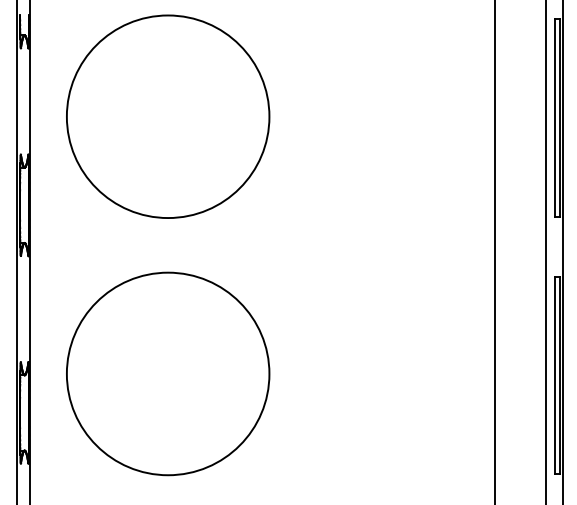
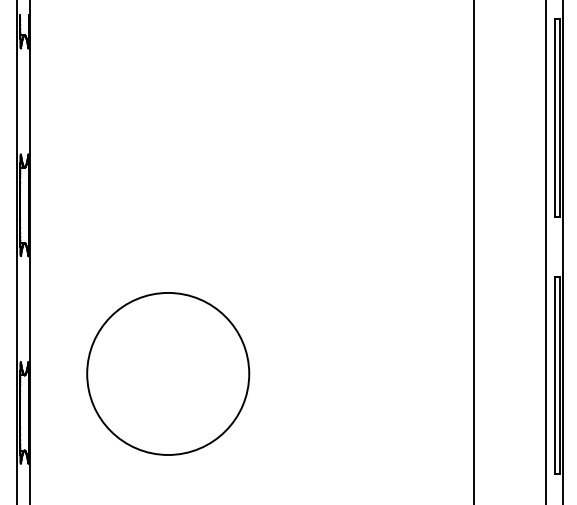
circle at (168, 116): present -> none
line at (495, 251) position: (495, 251) -> (474, 251)
circle at (168, 373) size: 205x206 px -> 165x164 px
